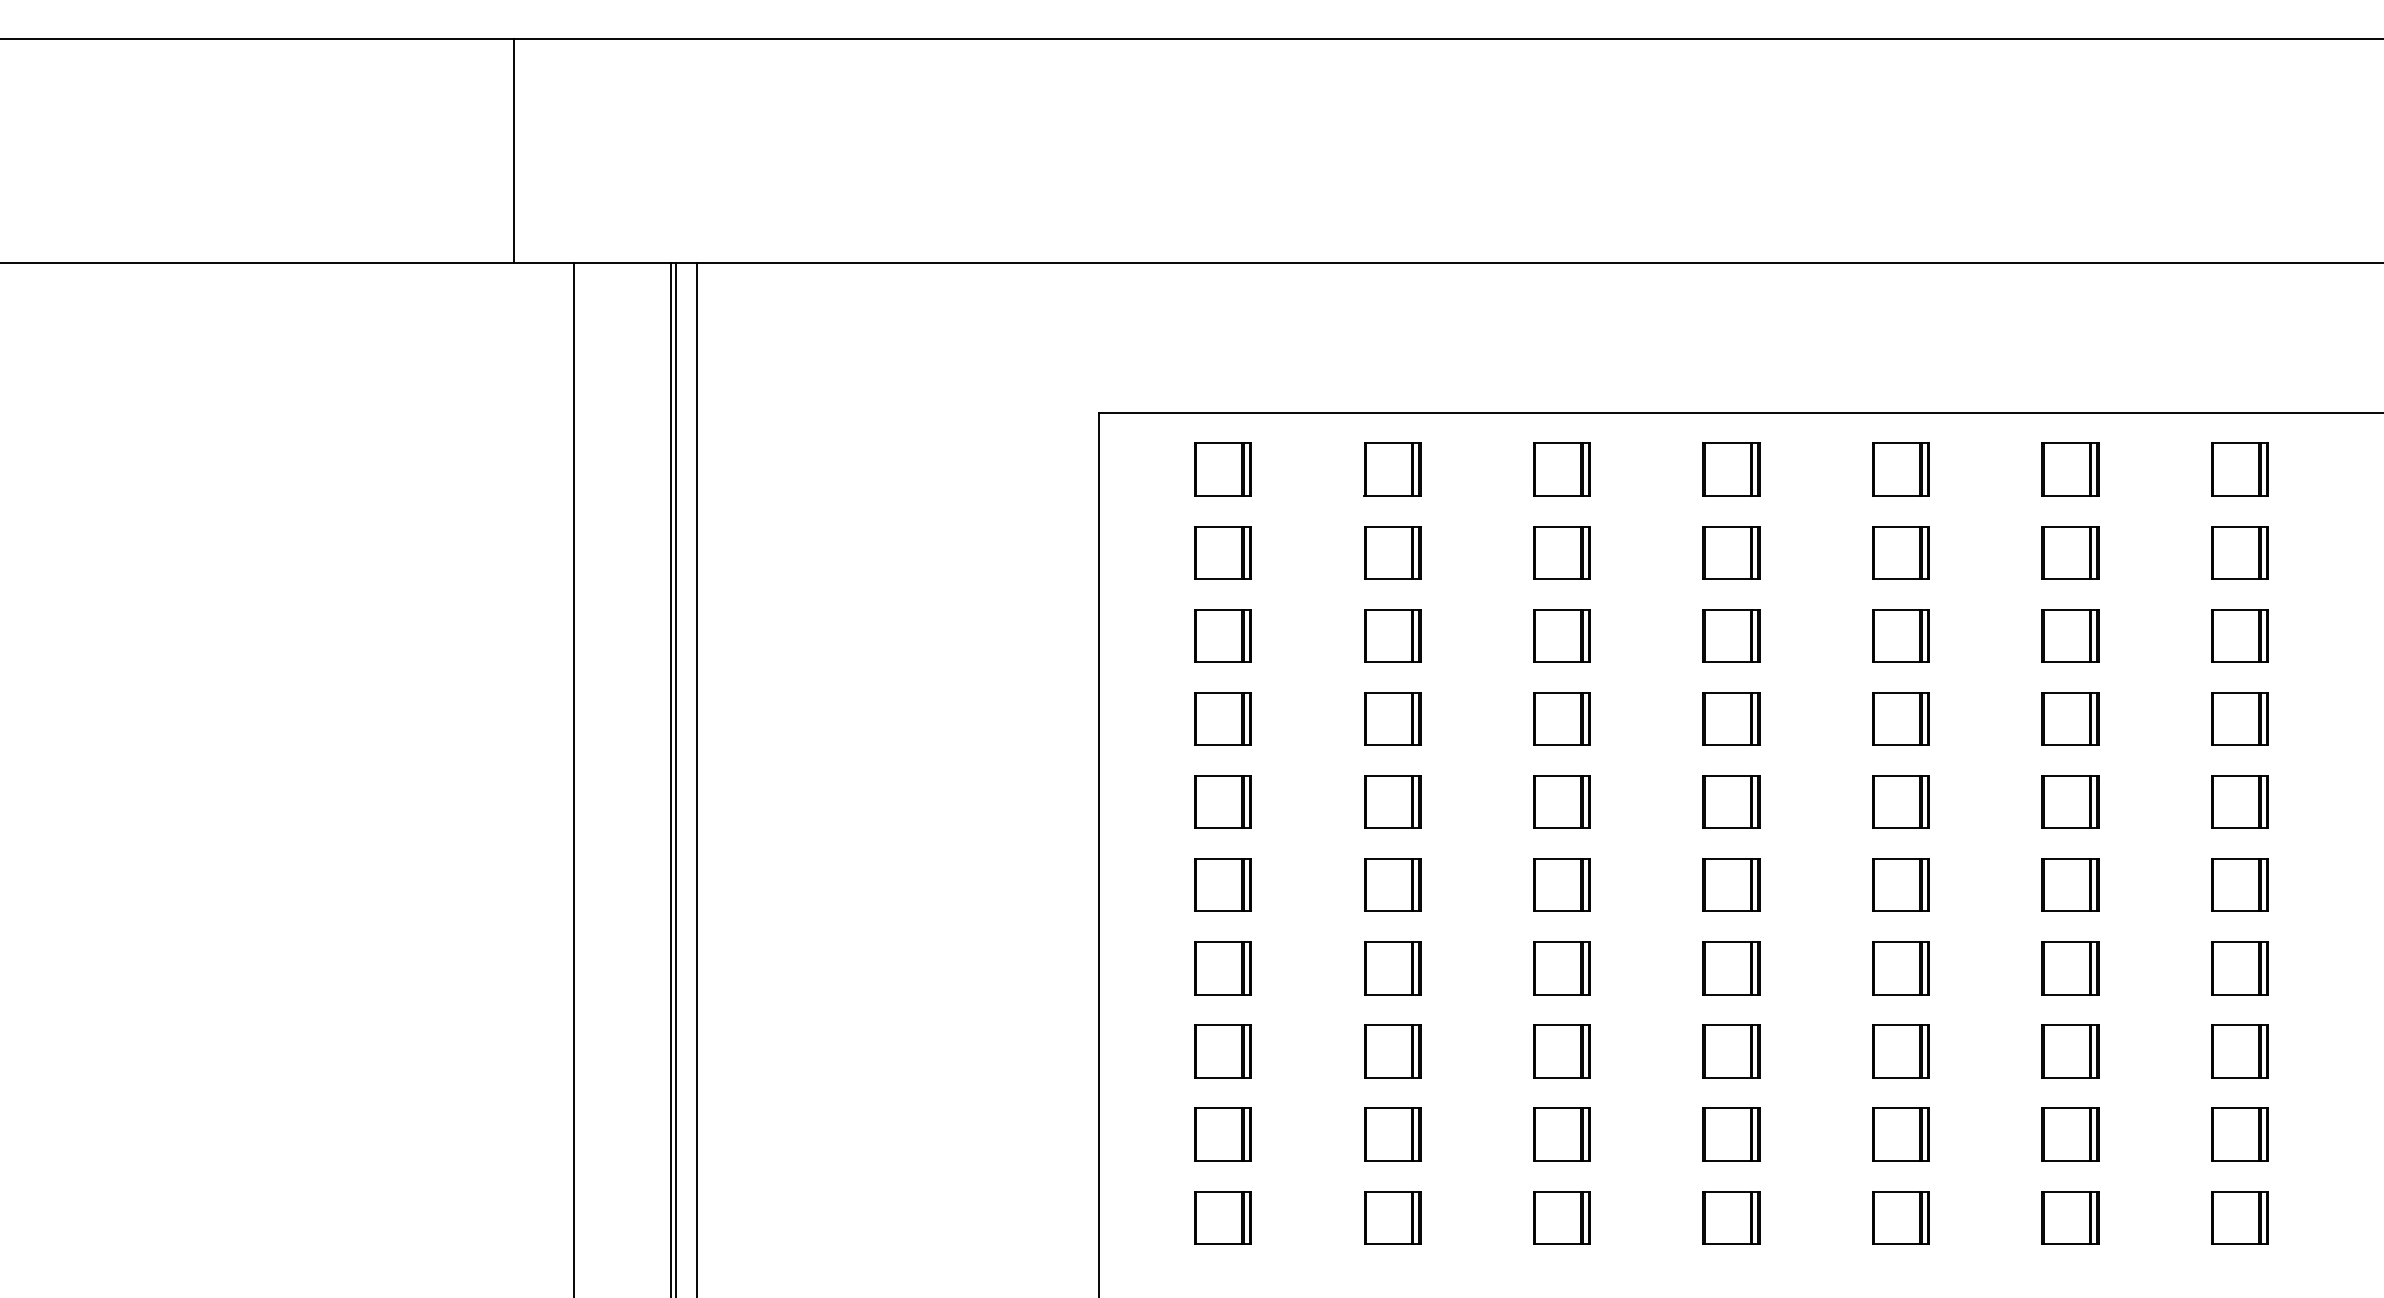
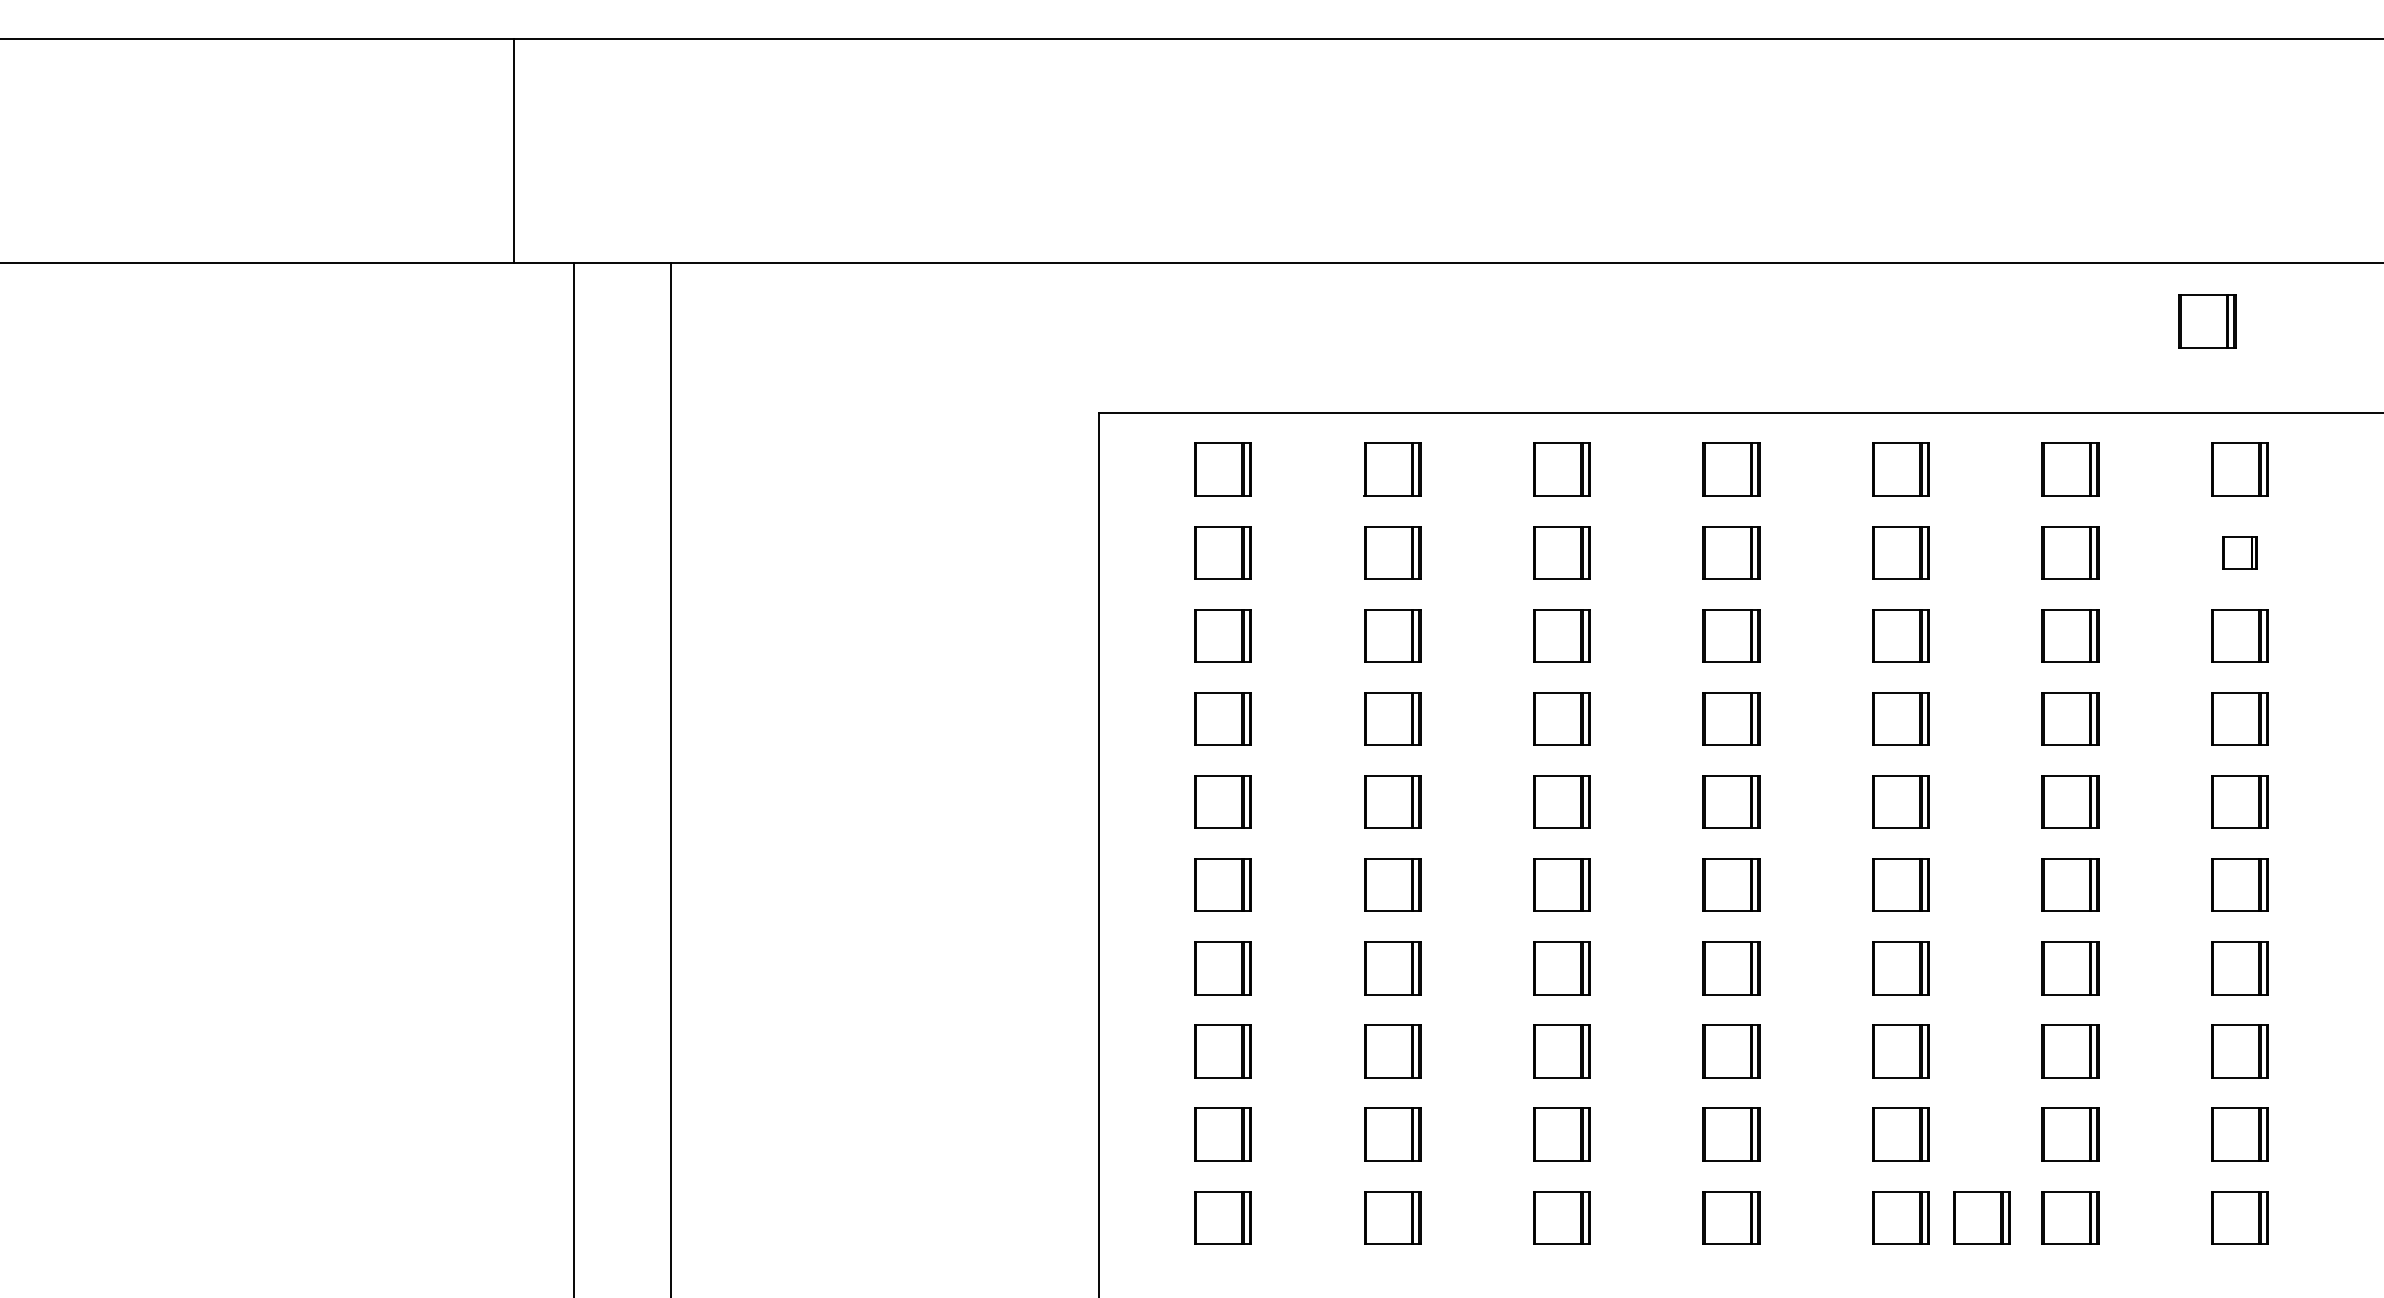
part at (2207, 321): none -> present
part at (2239, 552) size: 58x54 px -> 36x34 px
line at (675, 778): present -> none
line at (697, 778): present -> none
part at (1981, 1217): none -> present
